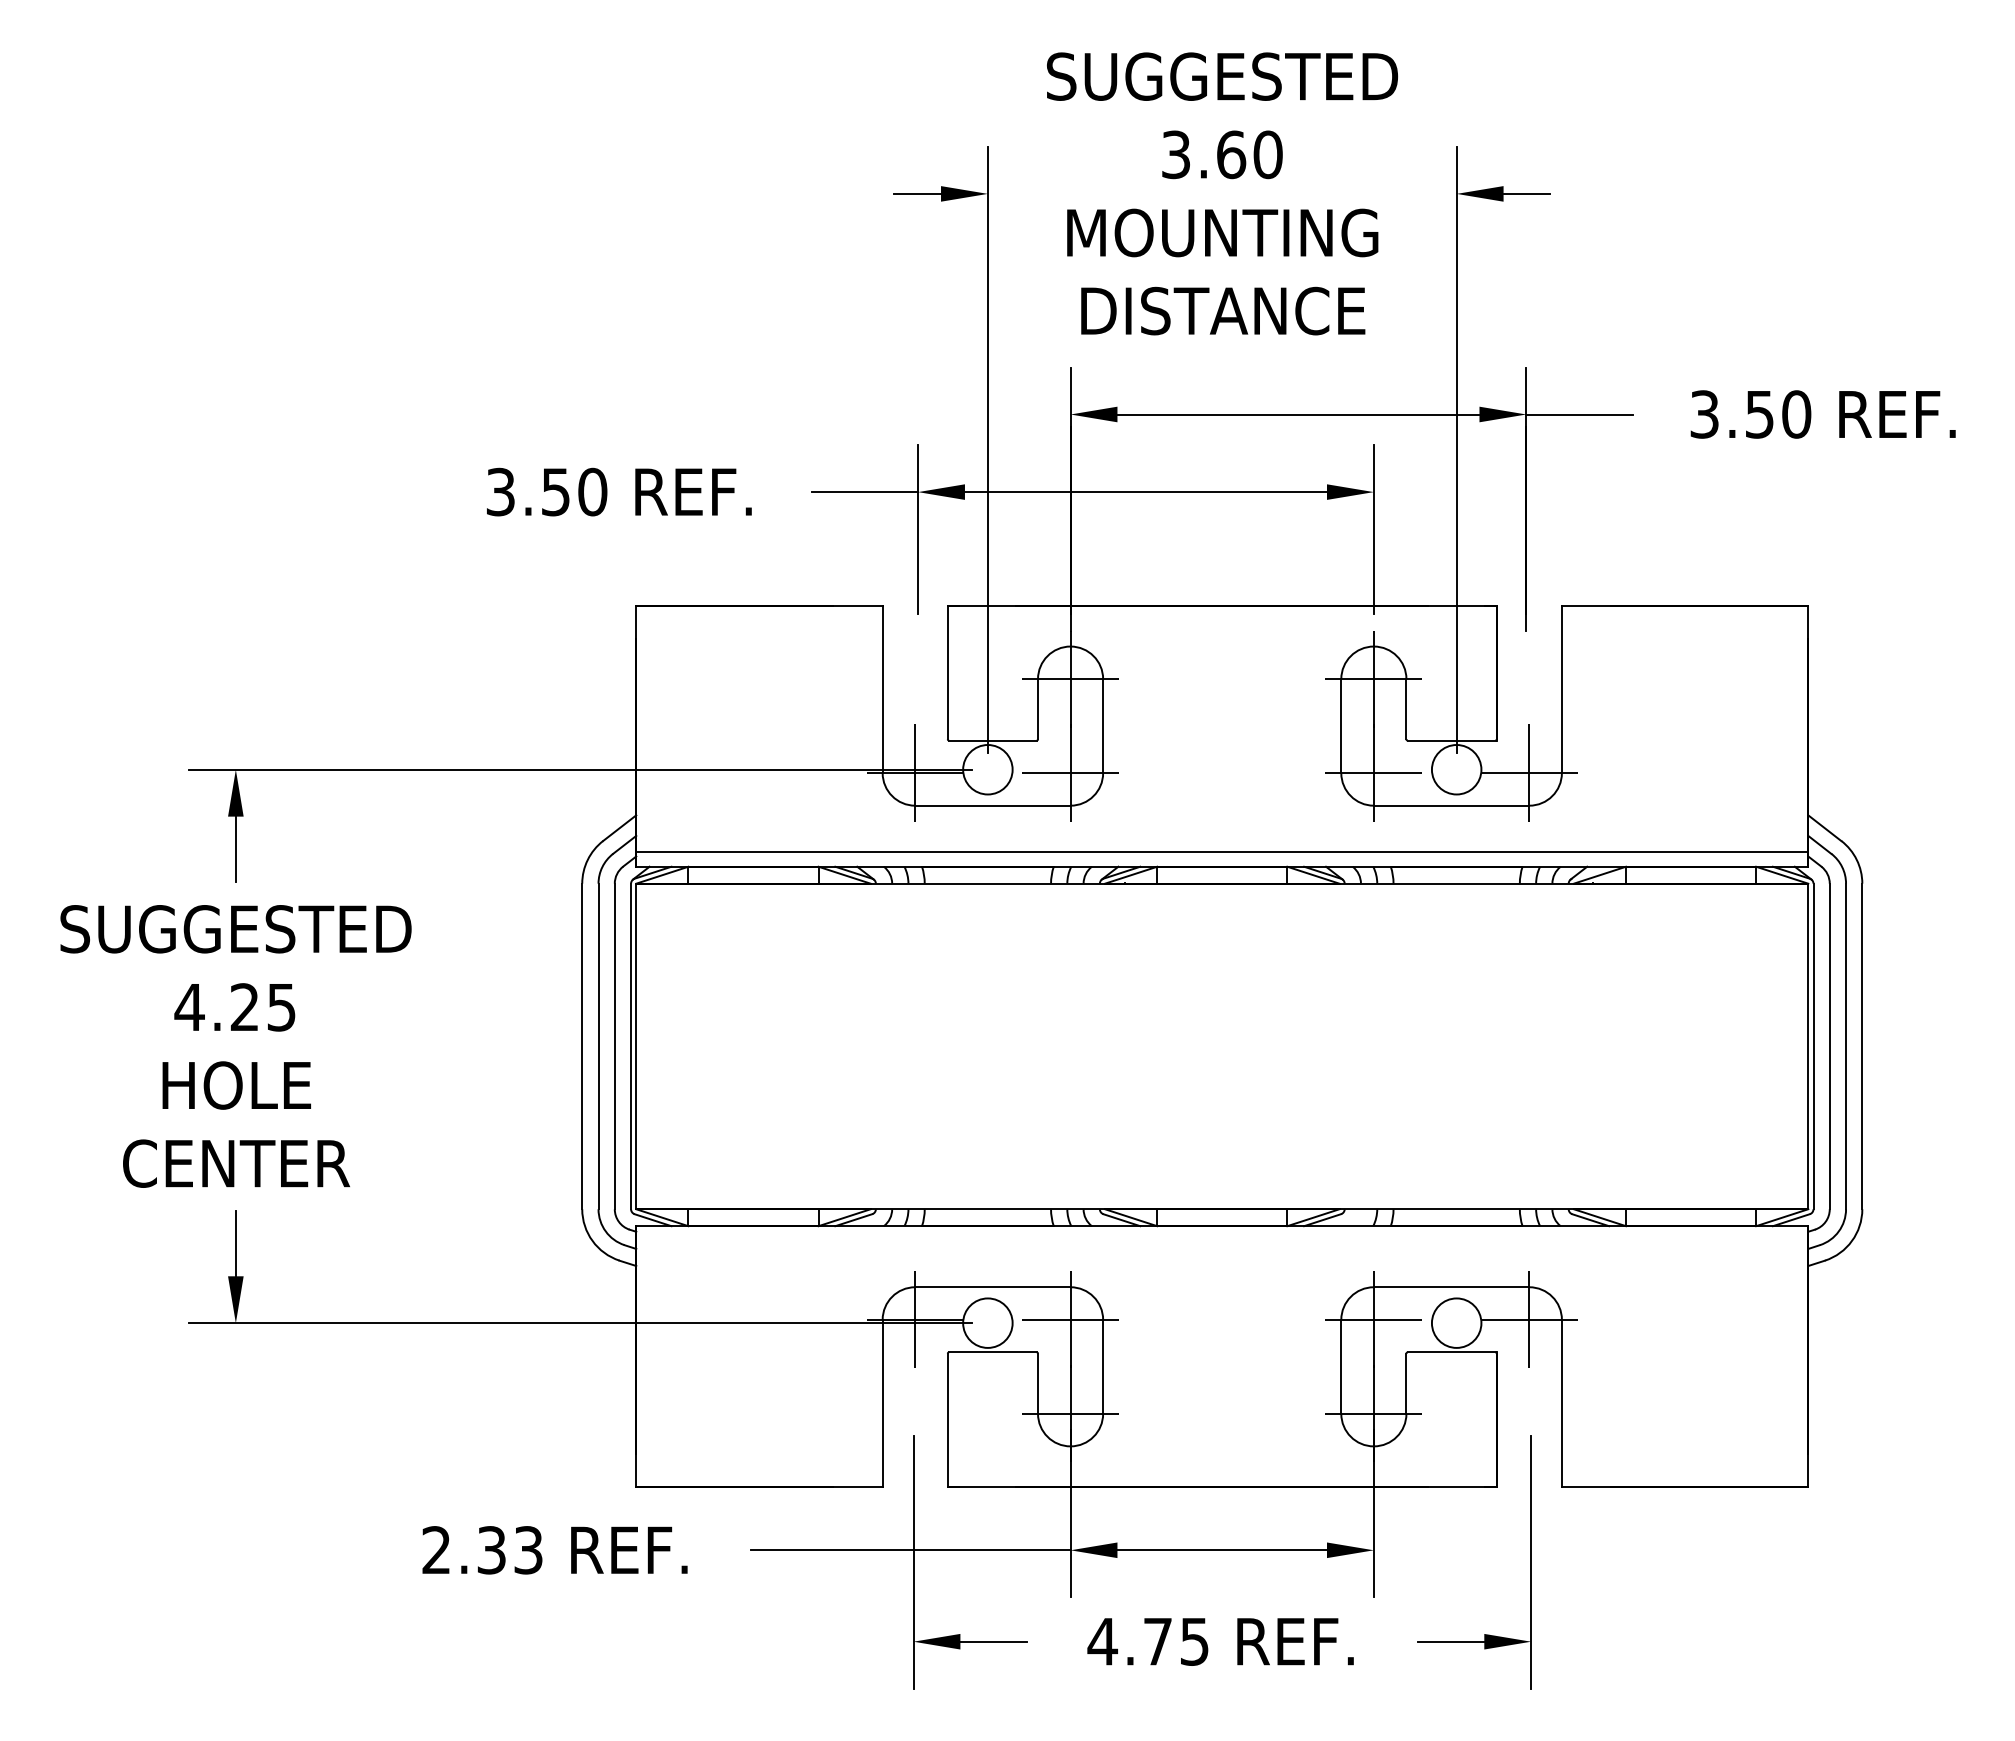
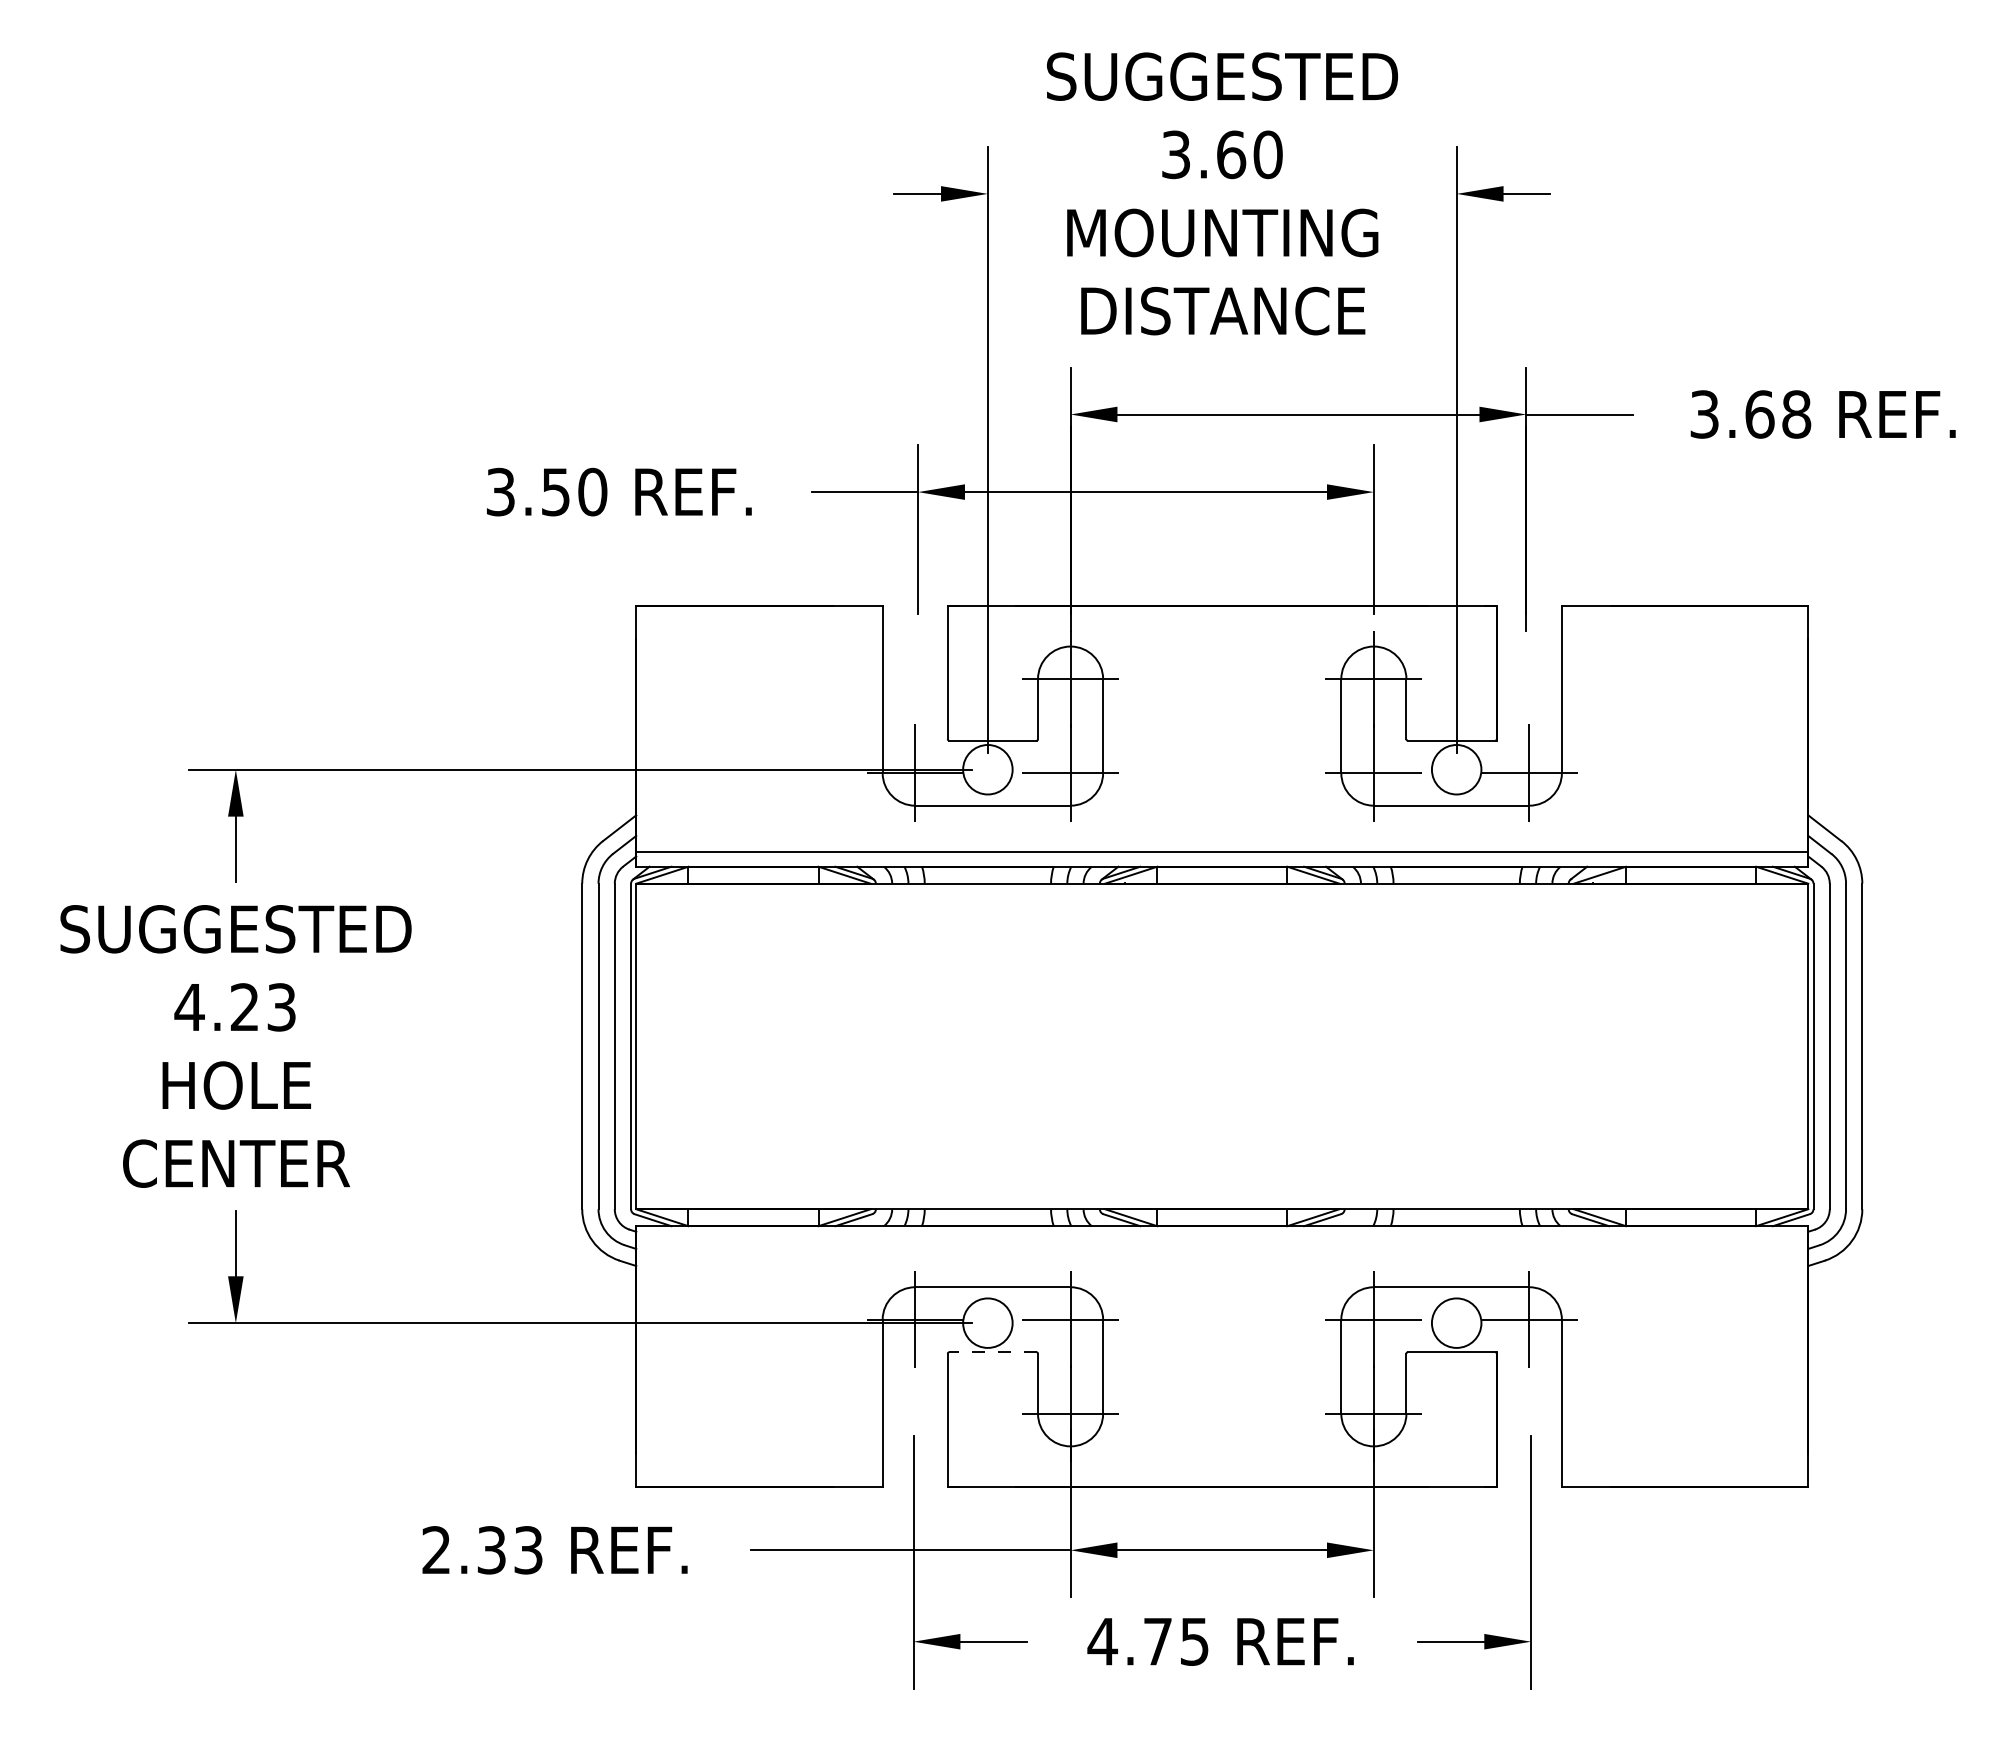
text at (1778, 414): 3.50 -> 3.68
text at (281, 1007): 4.25 -> 4.23
line at (992, 1352): solid -> dashed
